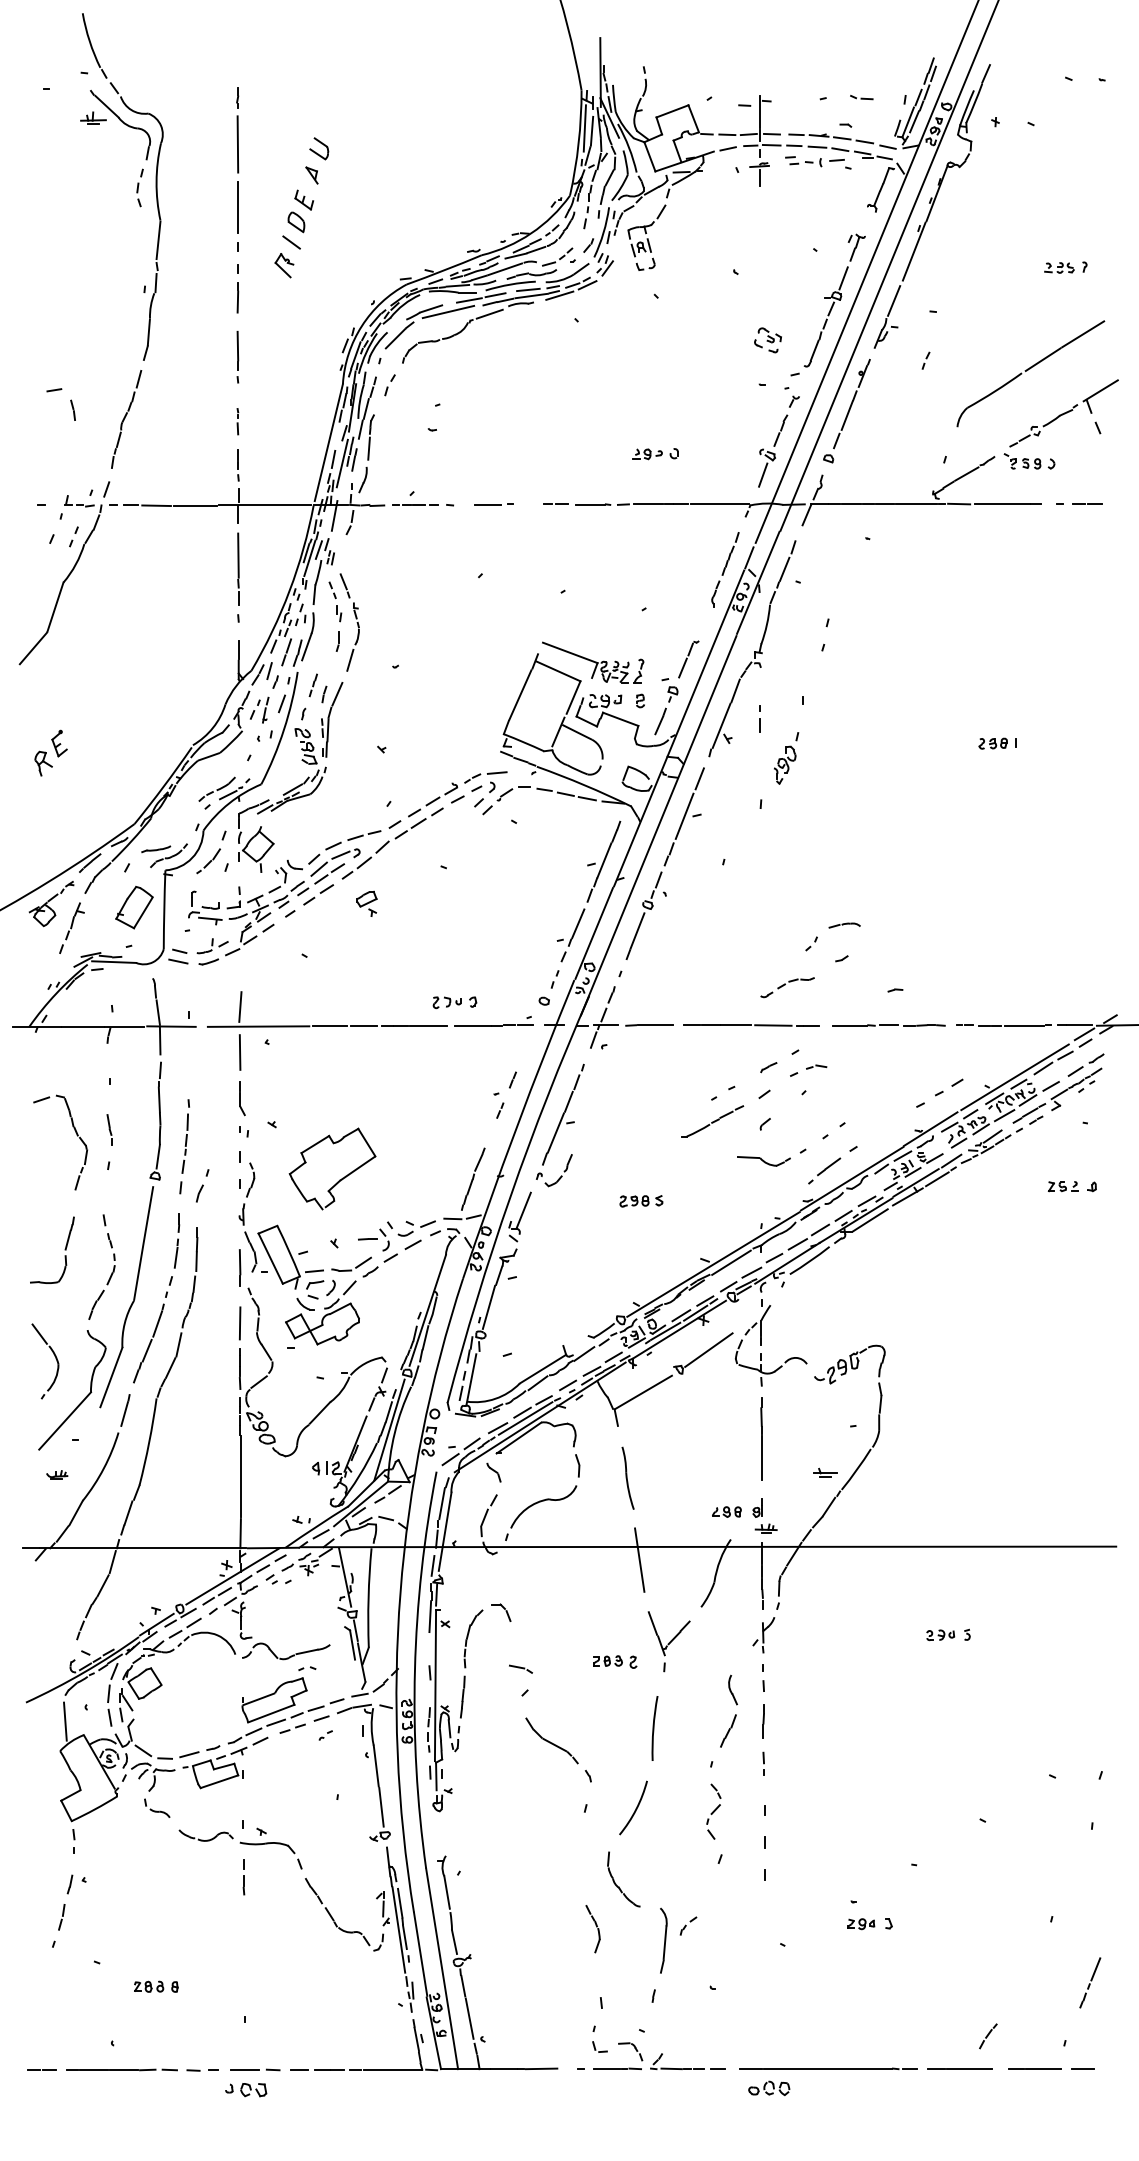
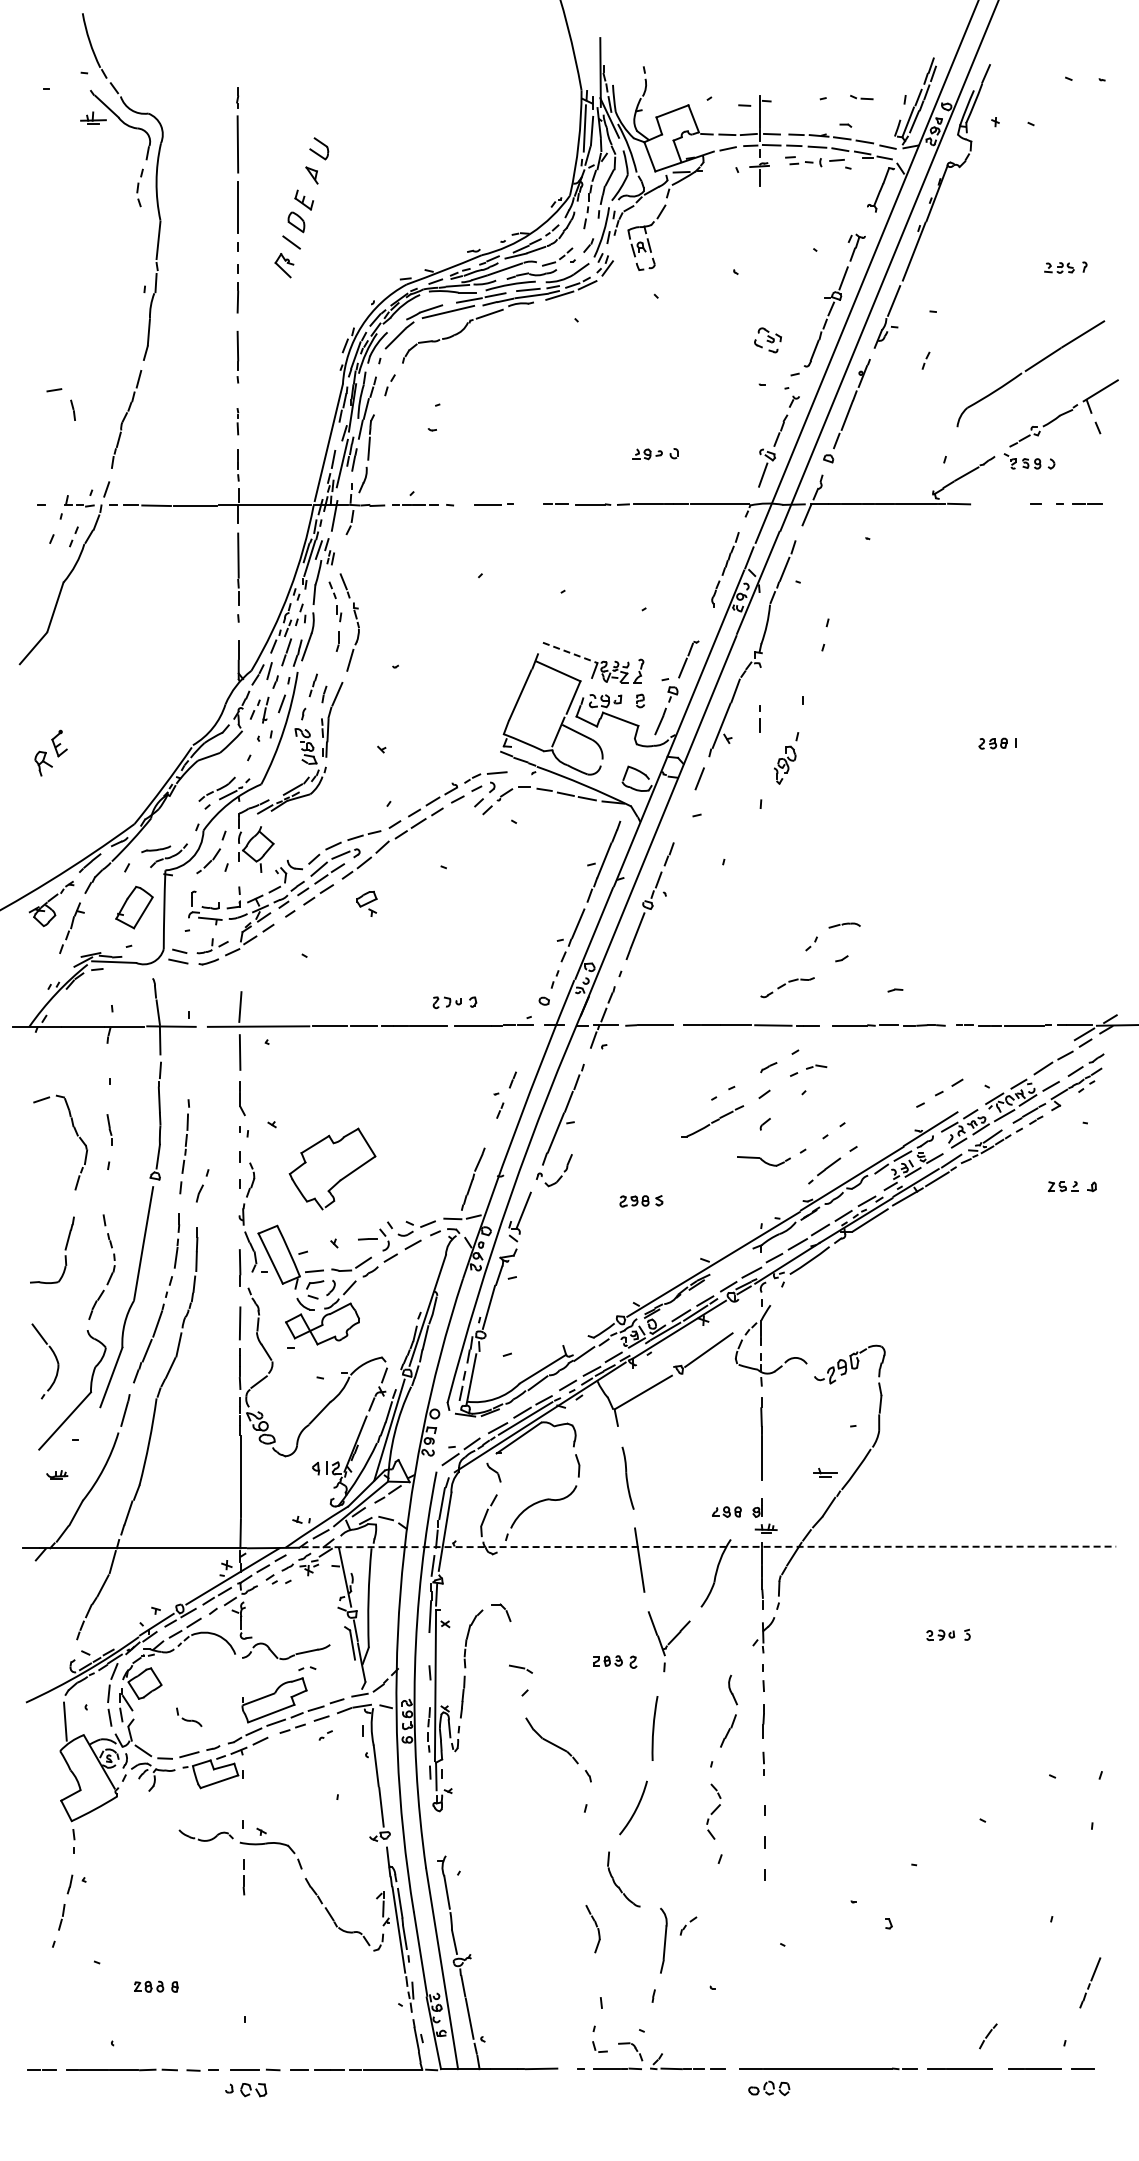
line at (1001, 504): present -> none
line at (570, 653): solid -> dashed
line at (684, 815): present -> none
line at (1014, 1077): present -> none
line at (731, 1262): present -> none
line at (709, 1546): solid -> dashed
part at (157, 1807) position: (157, 1807) -> (189, 1716)
part at (861, 1924): present -> none
